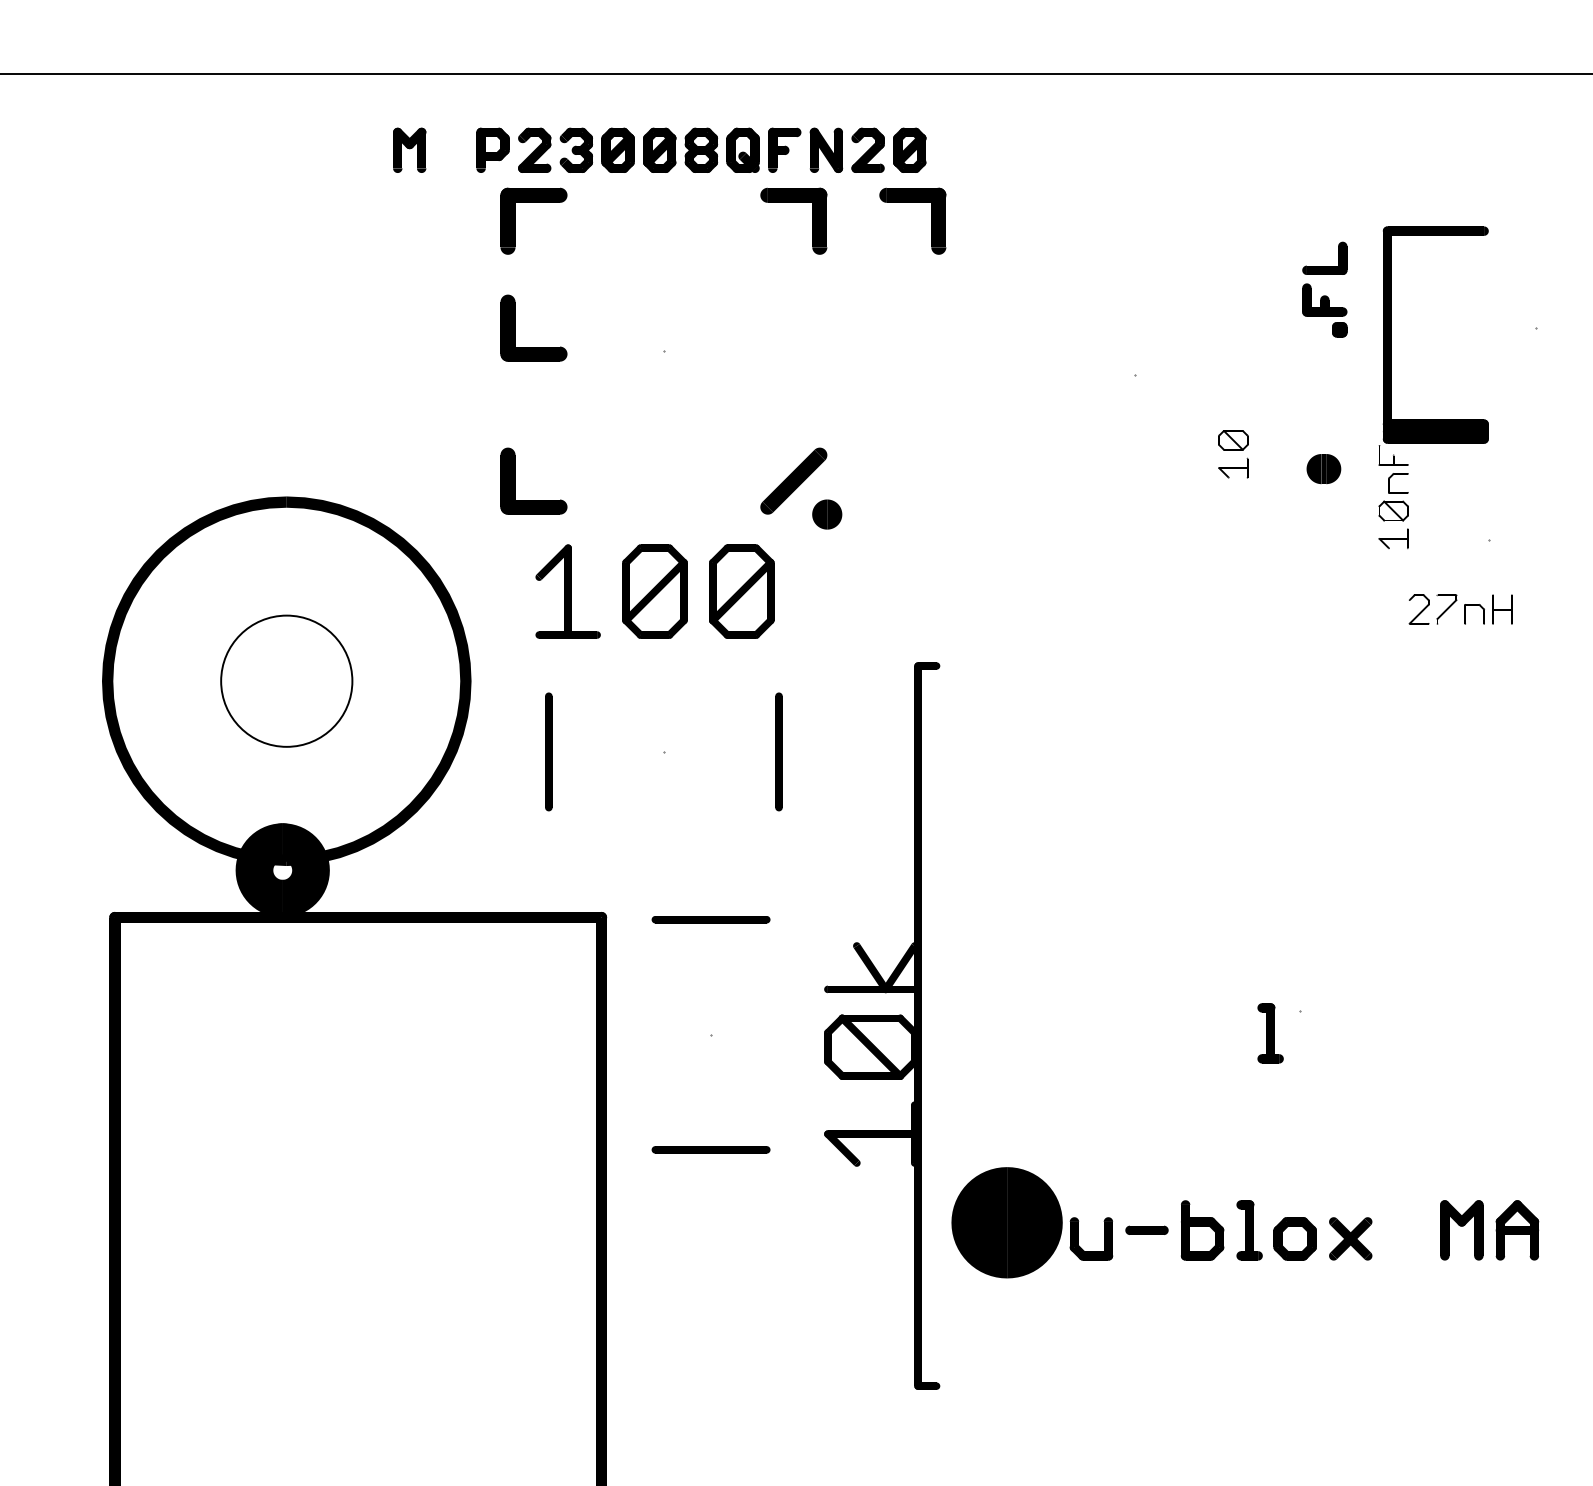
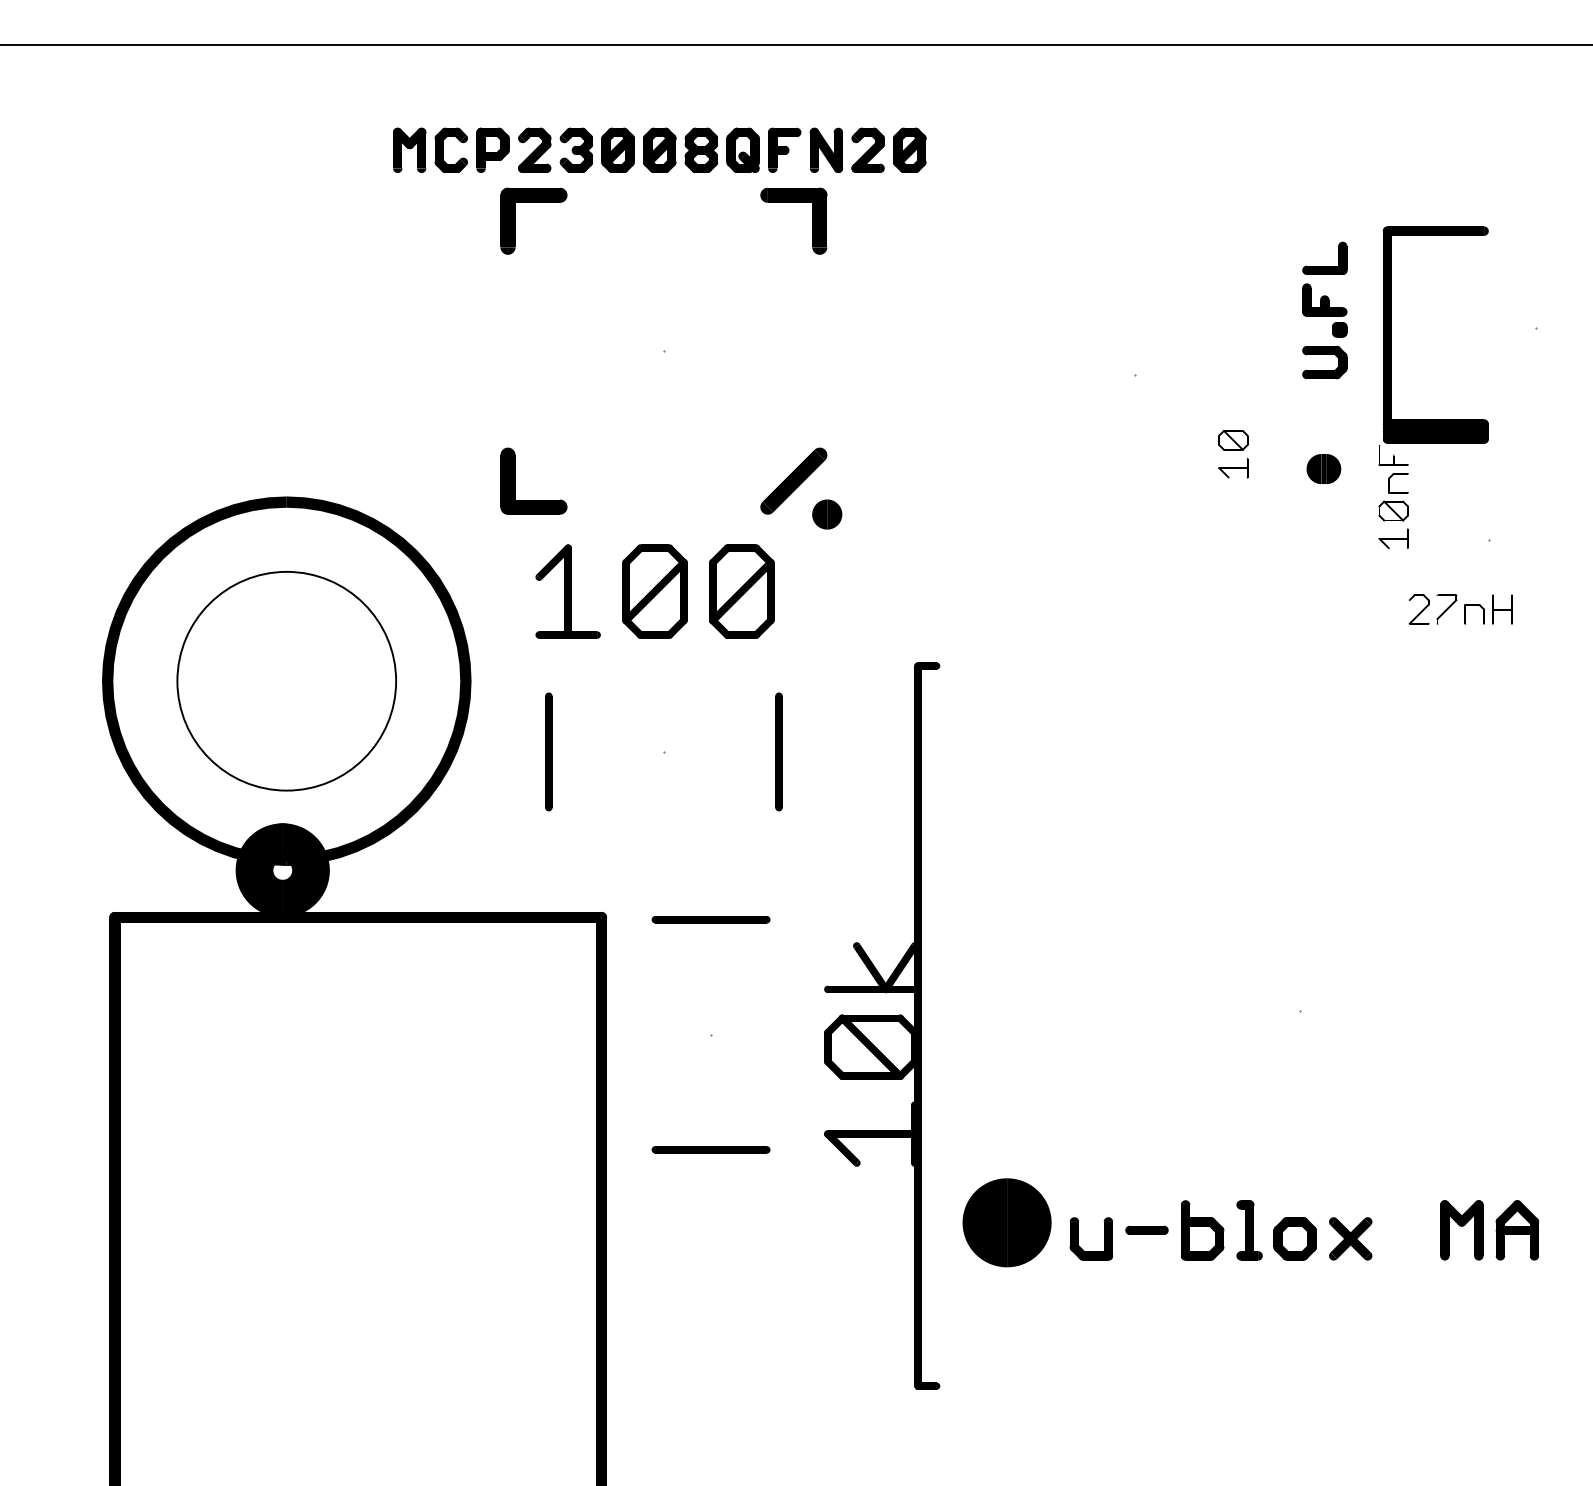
line at (795, 73) position: (795, 73) -> (795, 44)
part at (443, 149): none -> present
part at (912, 202): present -> none
part at (515, 327): present -> none
part at (1324, 354): none -> present
circle at (286, 680) diameter: 131 px -> 219 px
part at (1270, 1033): present -> none
part at (1006, 1222) size: 112x112 px -> 90x90 px
